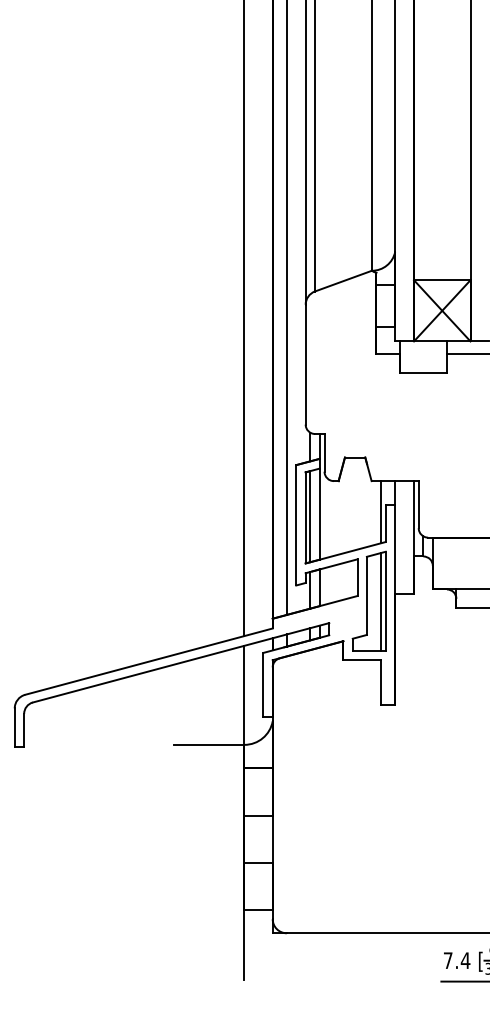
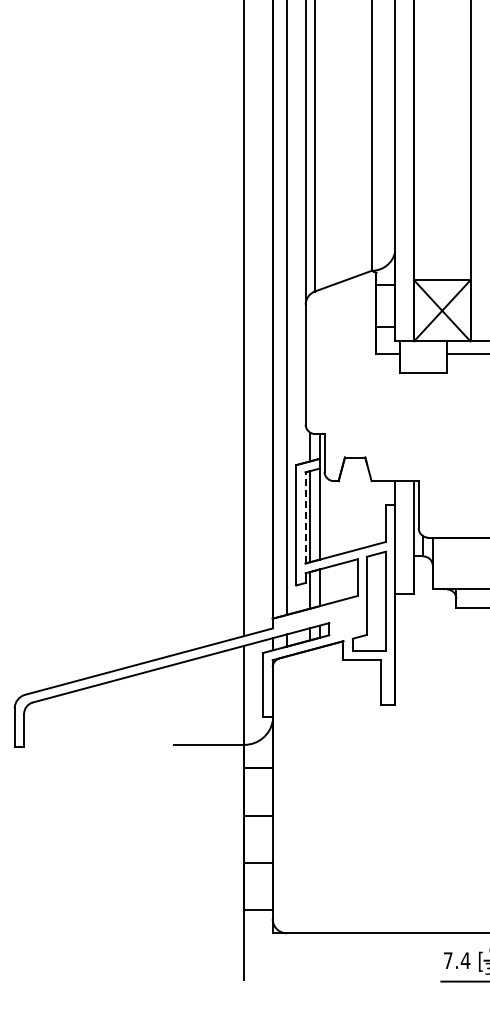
line at (381, 512): present -> none
line at (305, 517): solid -> dashed
line at (381, 601): present -> none
